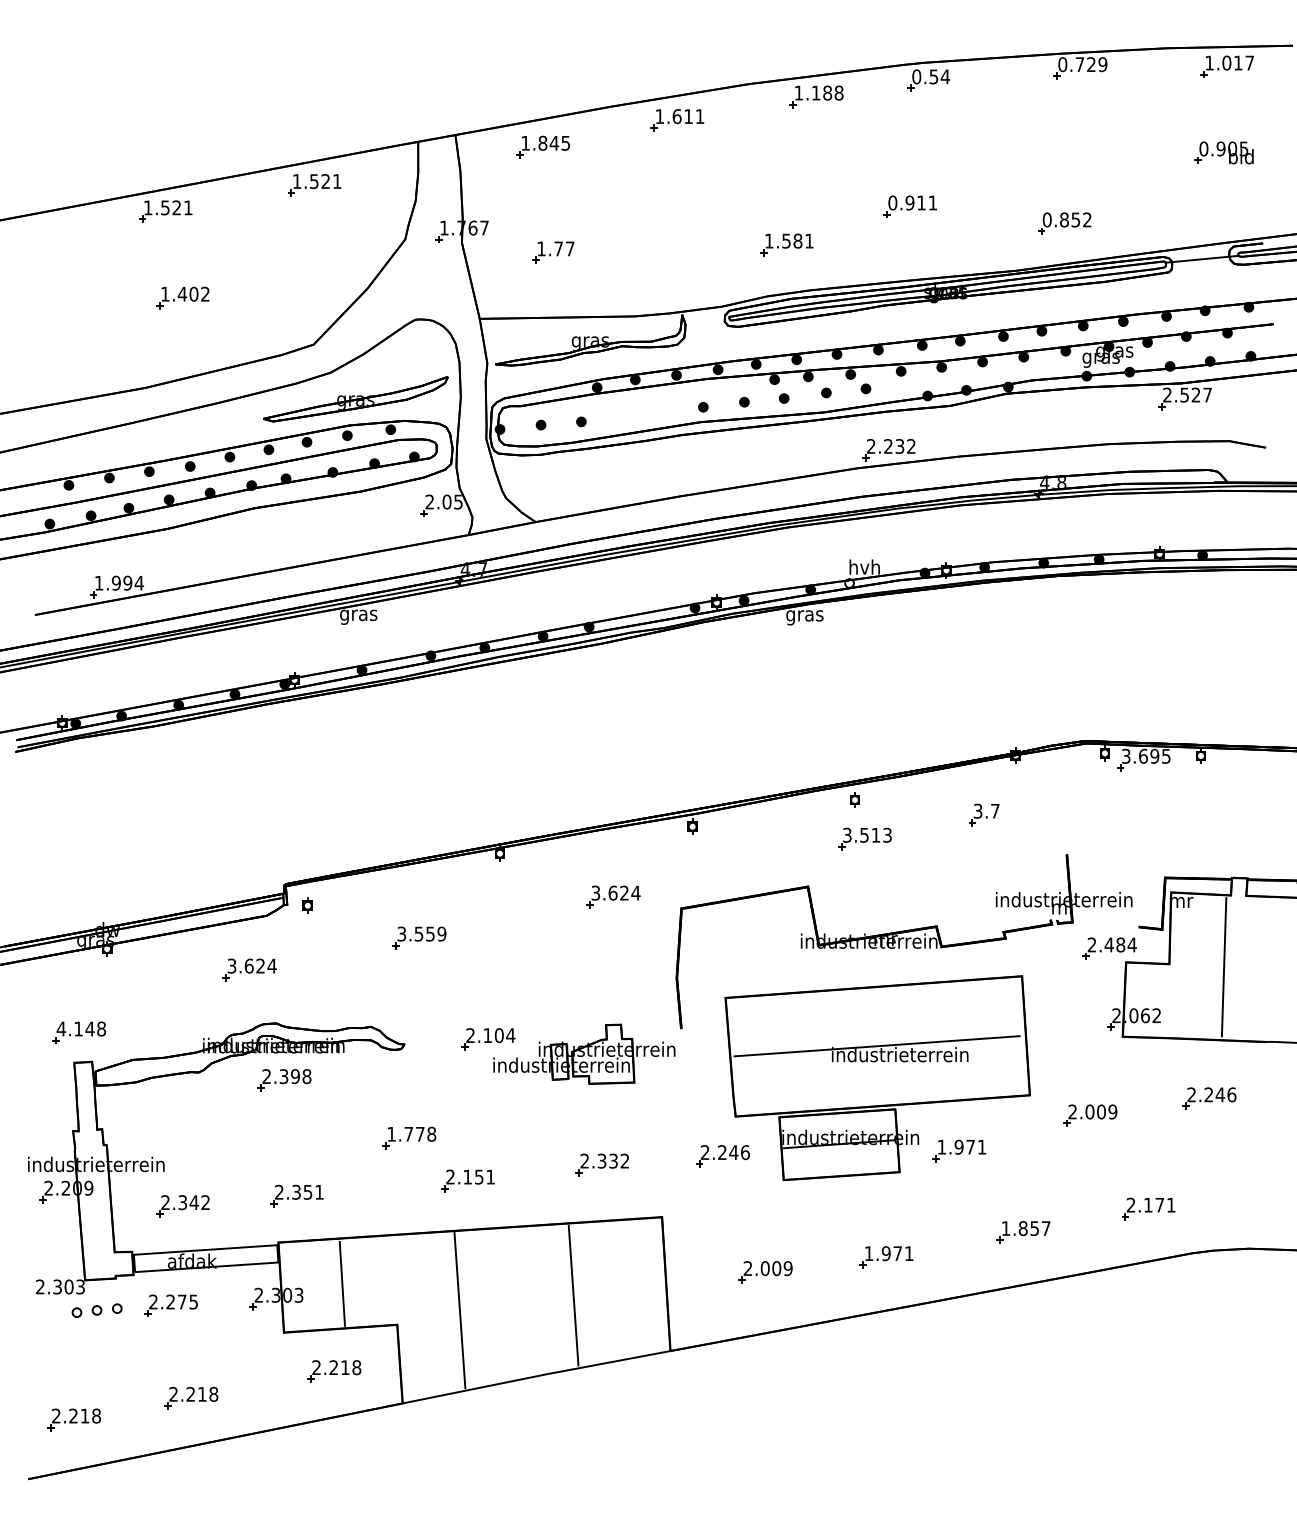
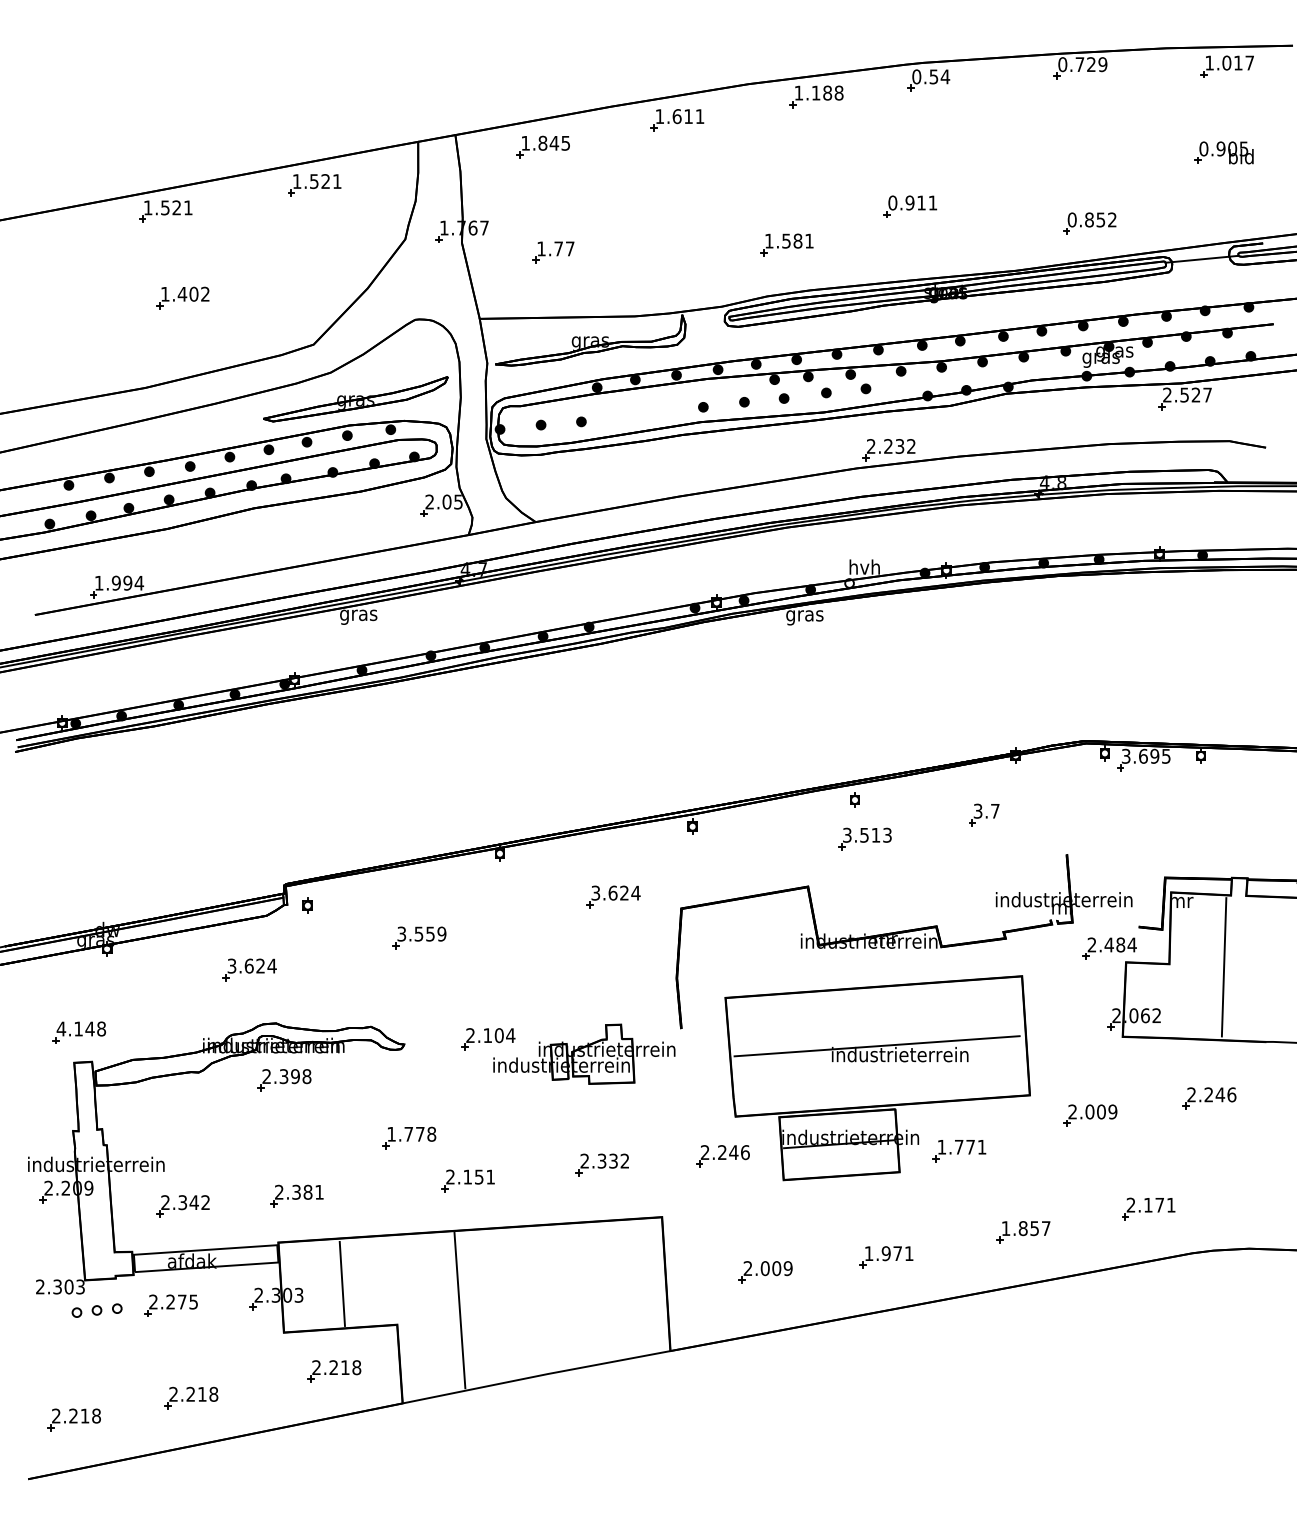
part at (1064, 223) position: (1064, 223) -> (1089, 223)
text at (958, 1146): 1.971 -> 1.771
text at (307, 1191): 2.351 -> 2.381
line at (573, 1295): present -> none
